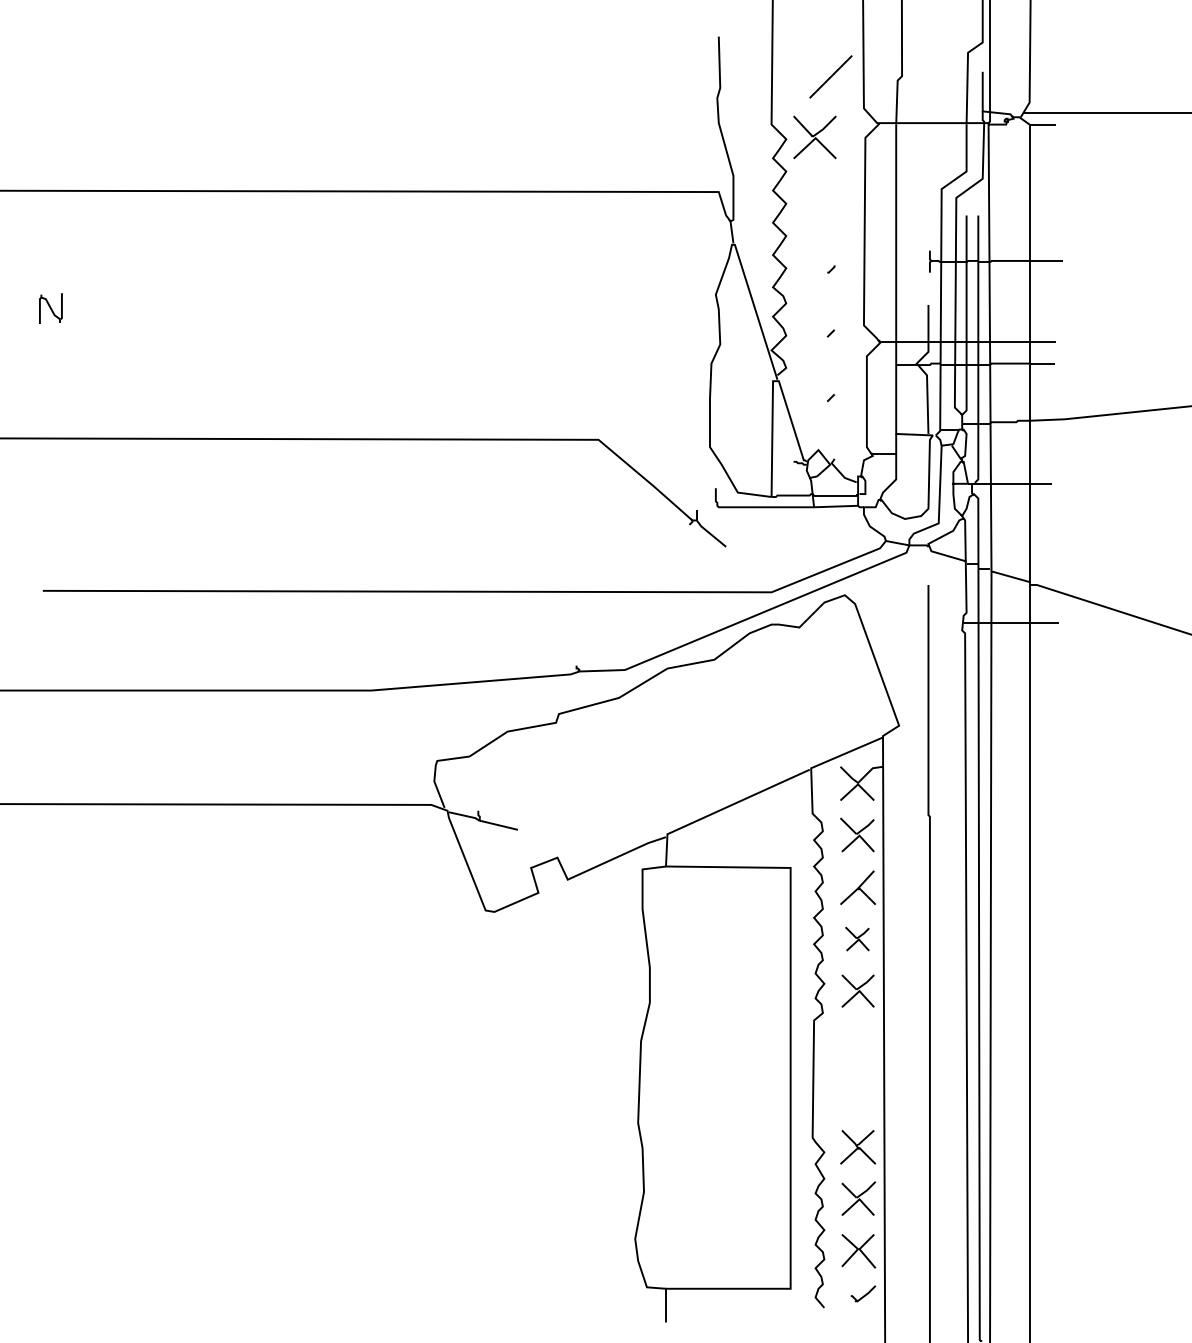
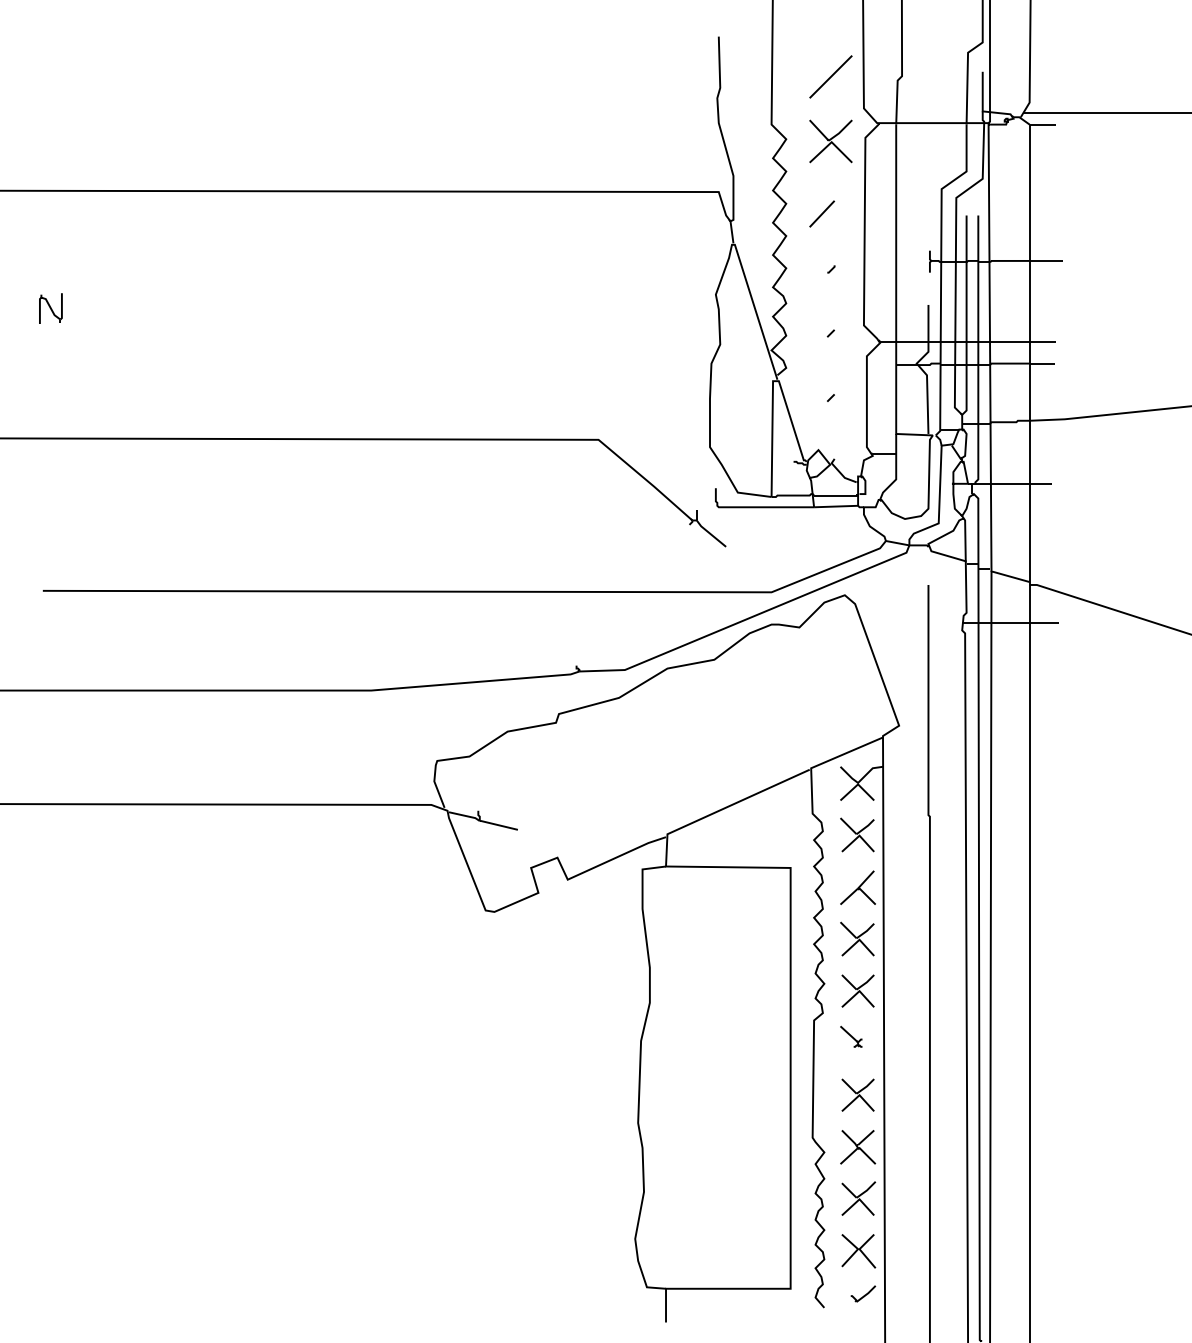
part at (814, 137) position: (814, 137) -> (830, 141)
line at (821, 213): none -> present
part at (857, 938) size: 25x26 px -> 35x36 px
part at (851, 1036): none -> present
part at (857, 1094): none -> present
